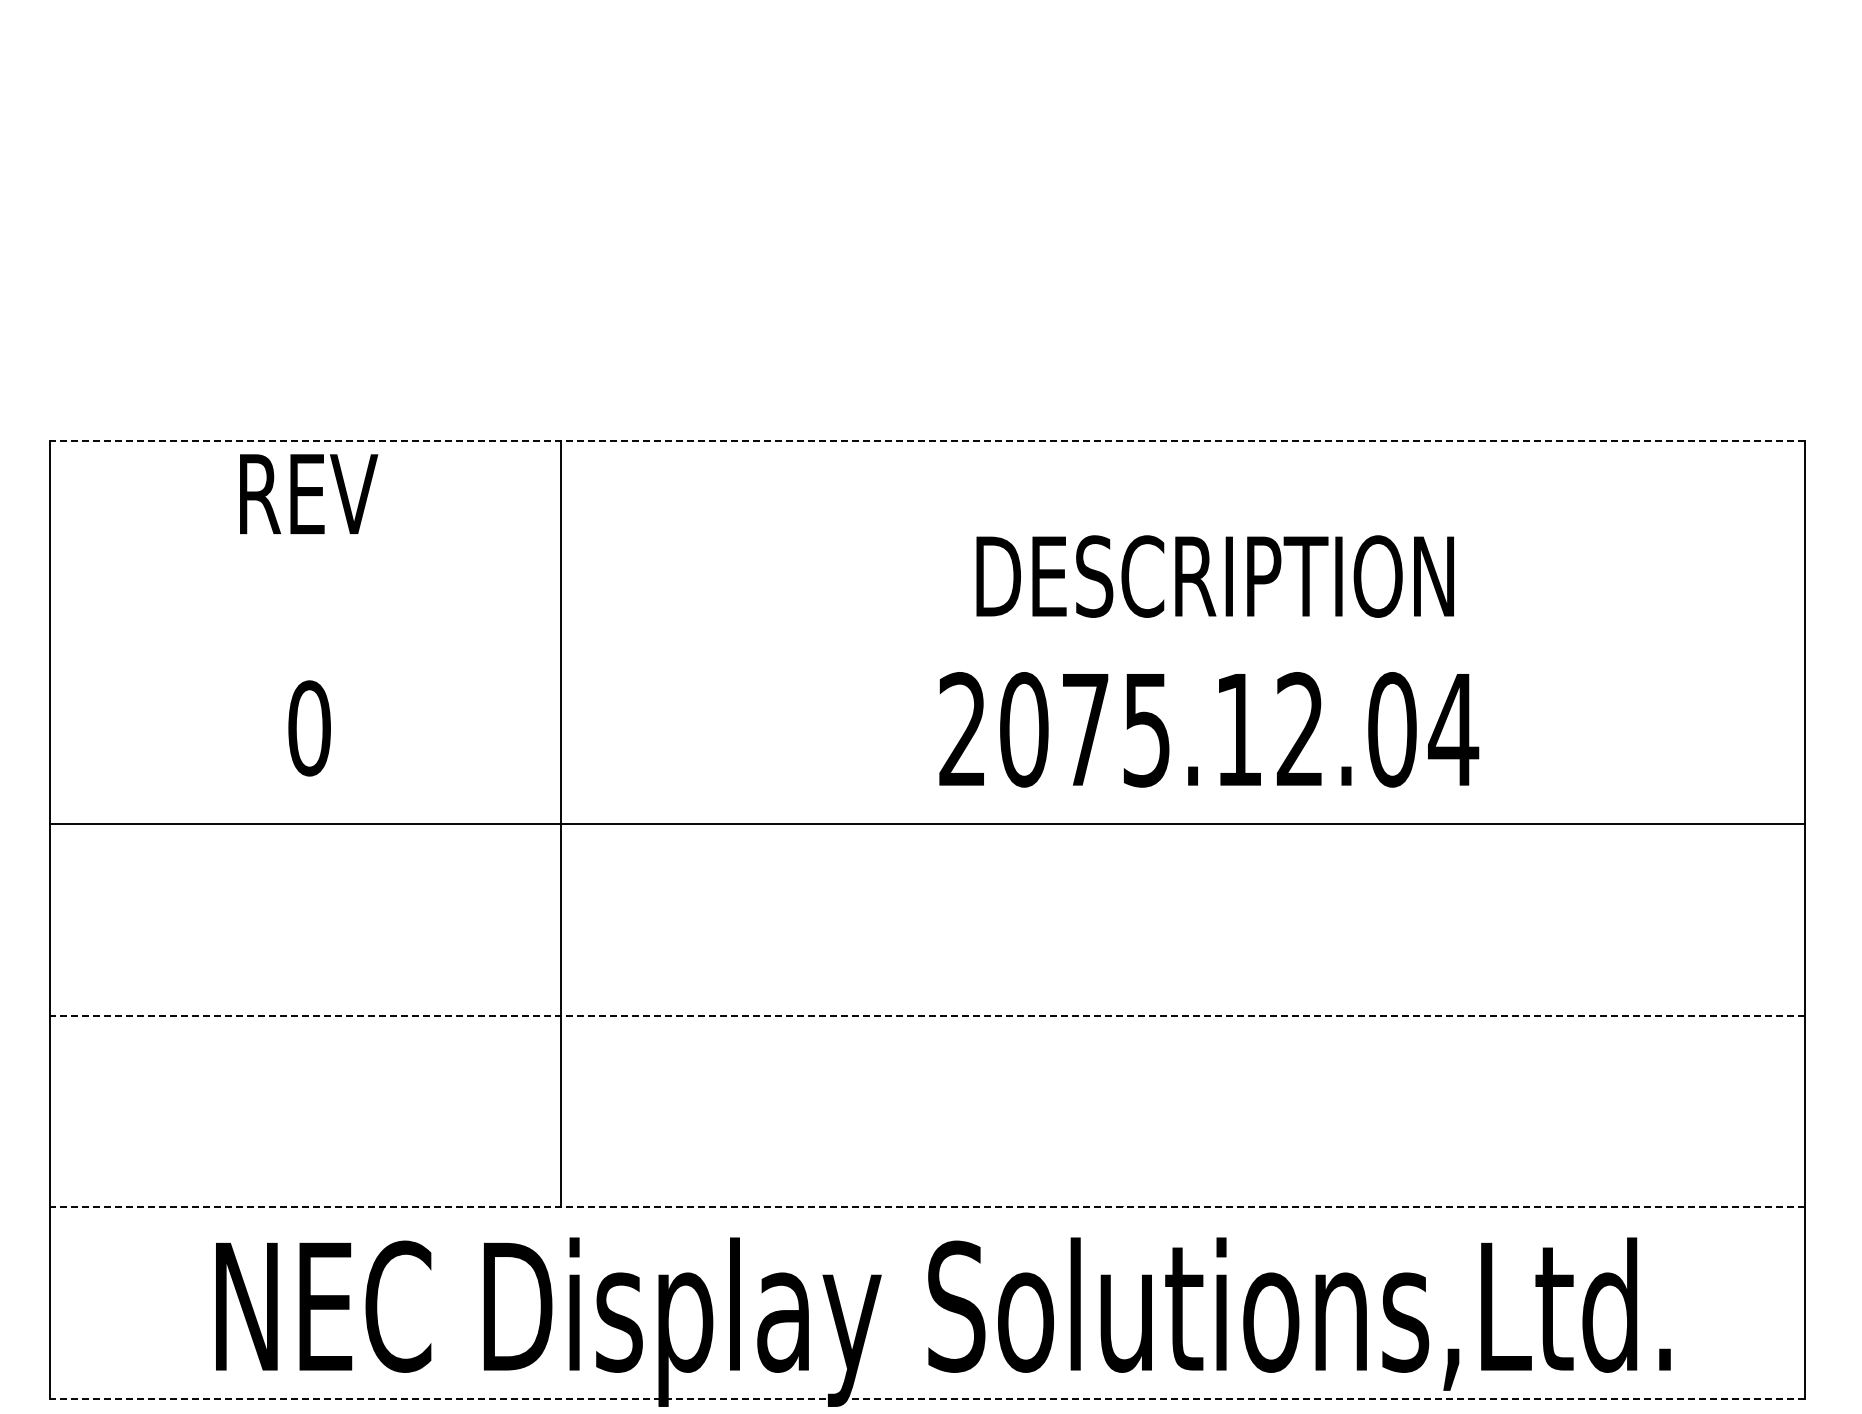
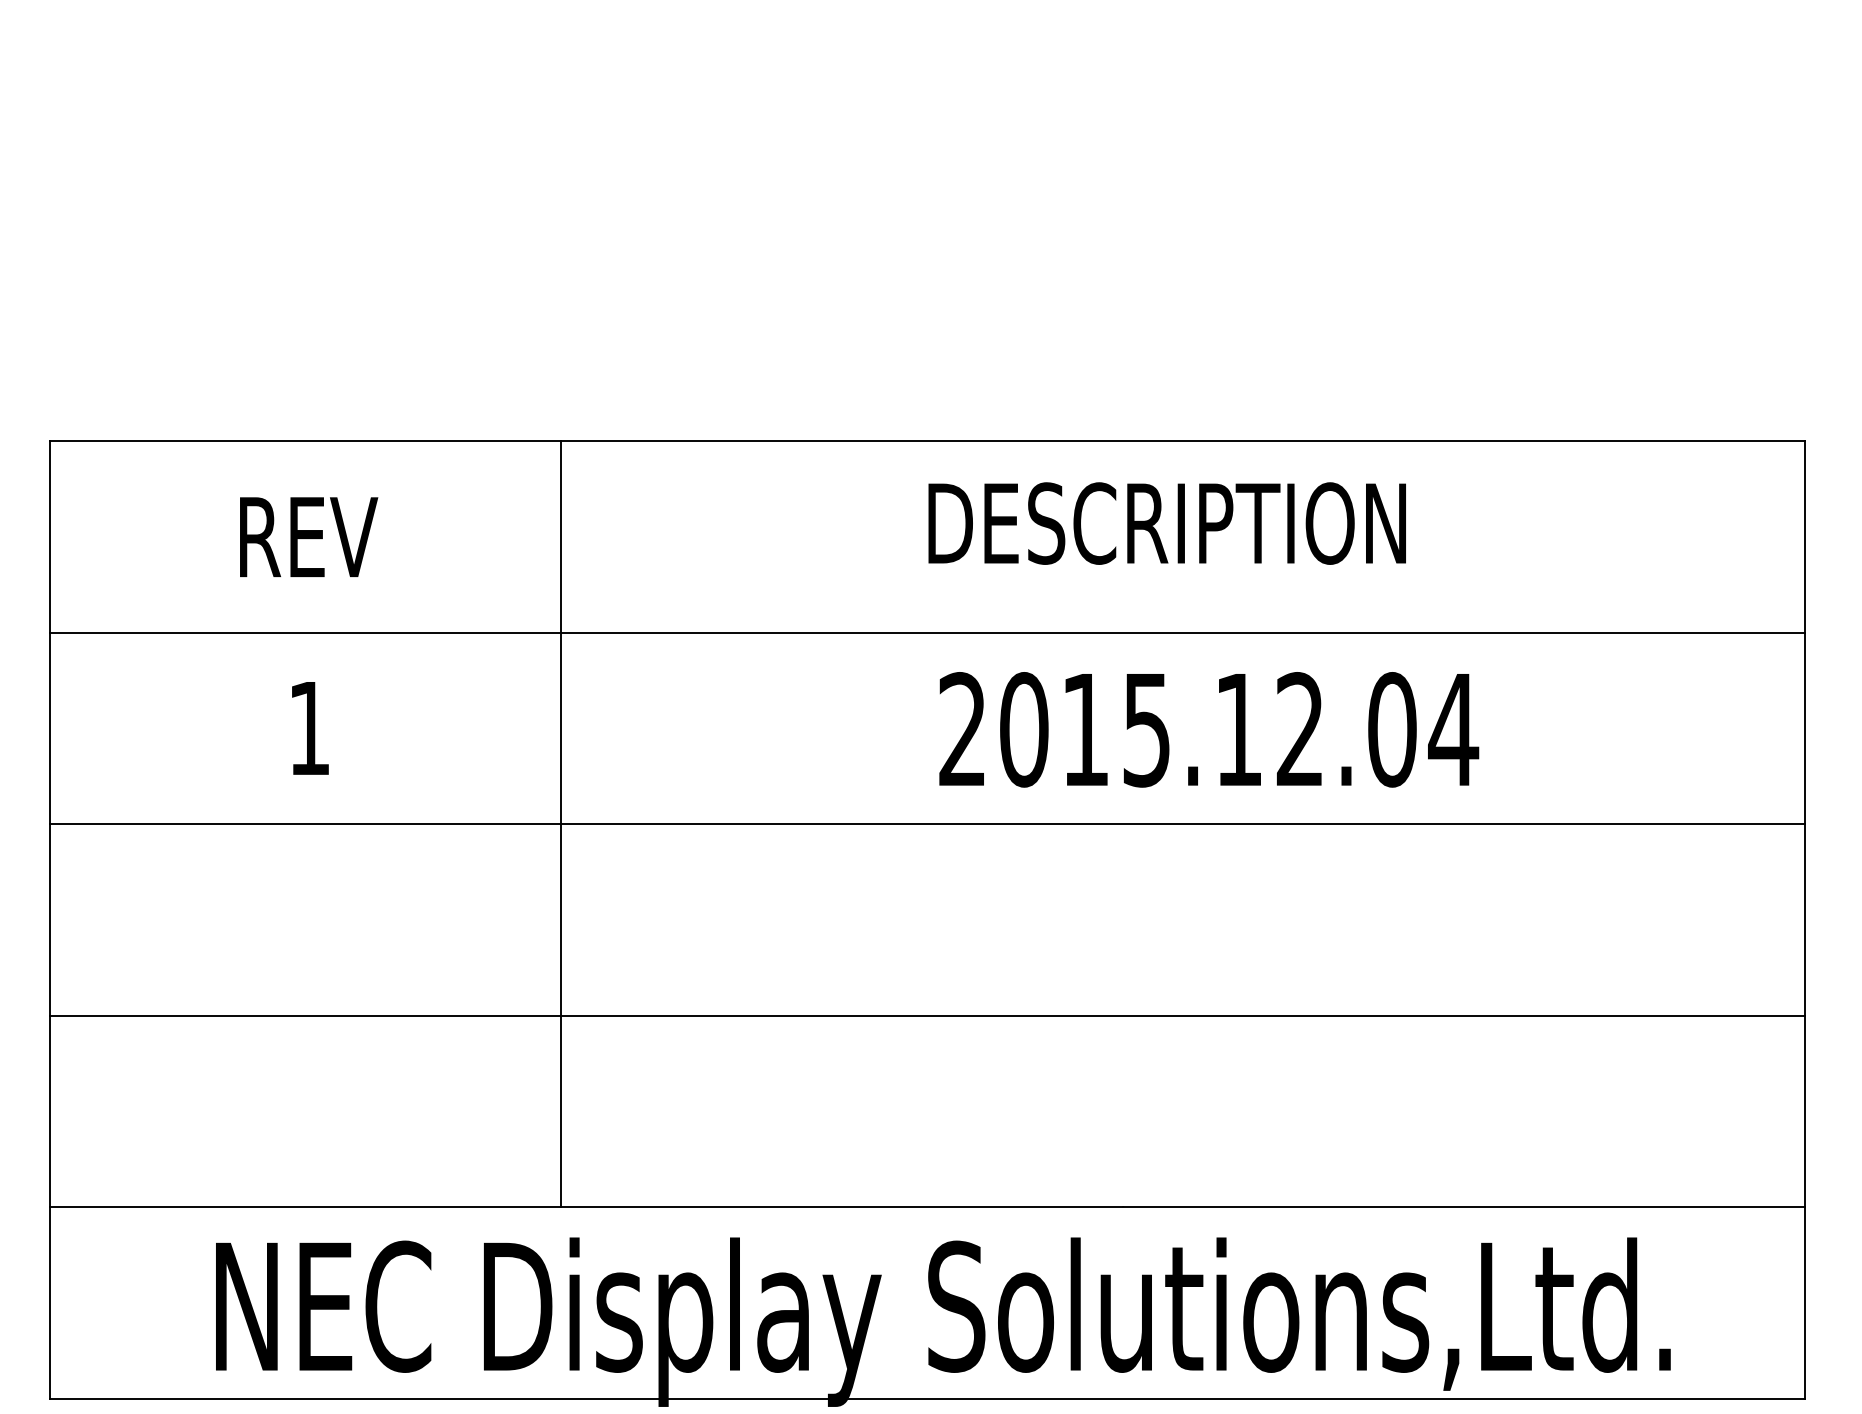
line at (927, 441): dashed -> solid
text at (309, 493) position: (309, 493) -> (309, 536)
text at (1214, 576) position: (1214, 576) -> (1166, 523)
line at (927, 632): none -> present
text at (309, 728): 0 -> 1
text at (1085, 729): 2075.12.04 -> 2015.12.04
line at (927, 1015): dashed -> solid
line at (927, 1207): dashed -> solid
line at (927, 1398): dashed -> solid
